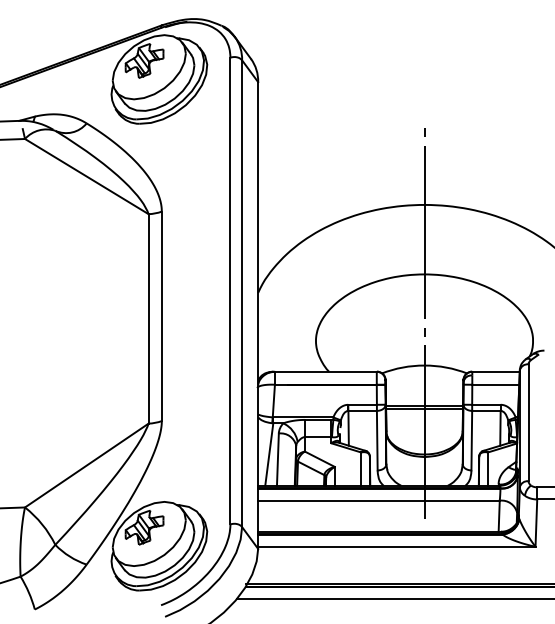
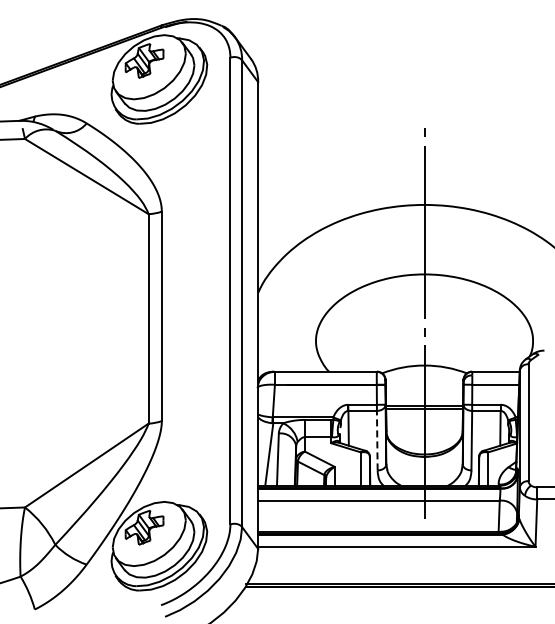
line at (377, 440): solid -> dashed
line at (394, 598): present -> none
